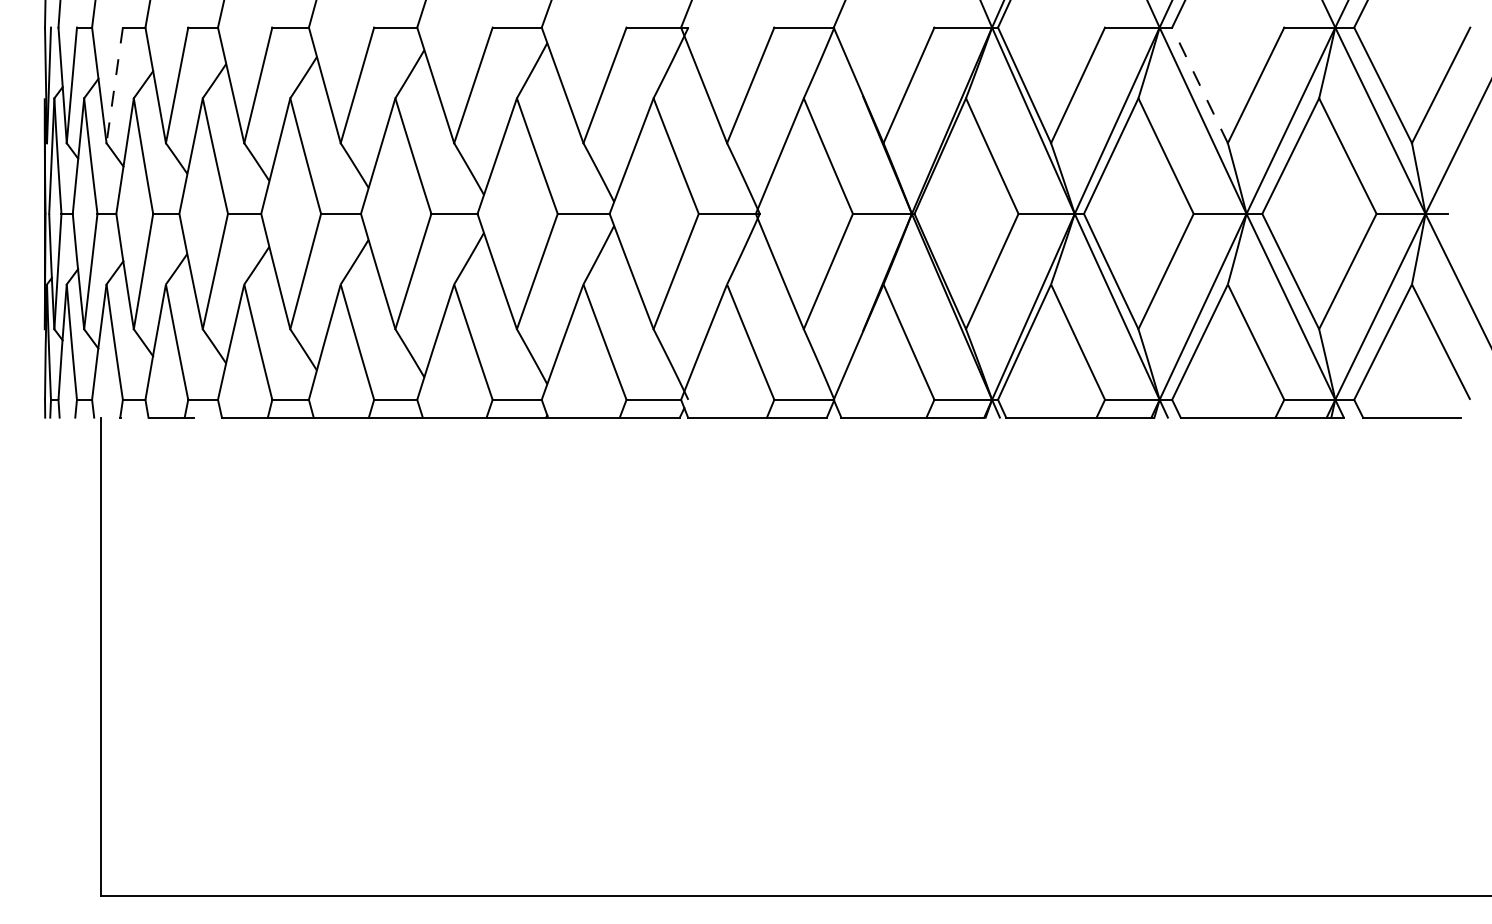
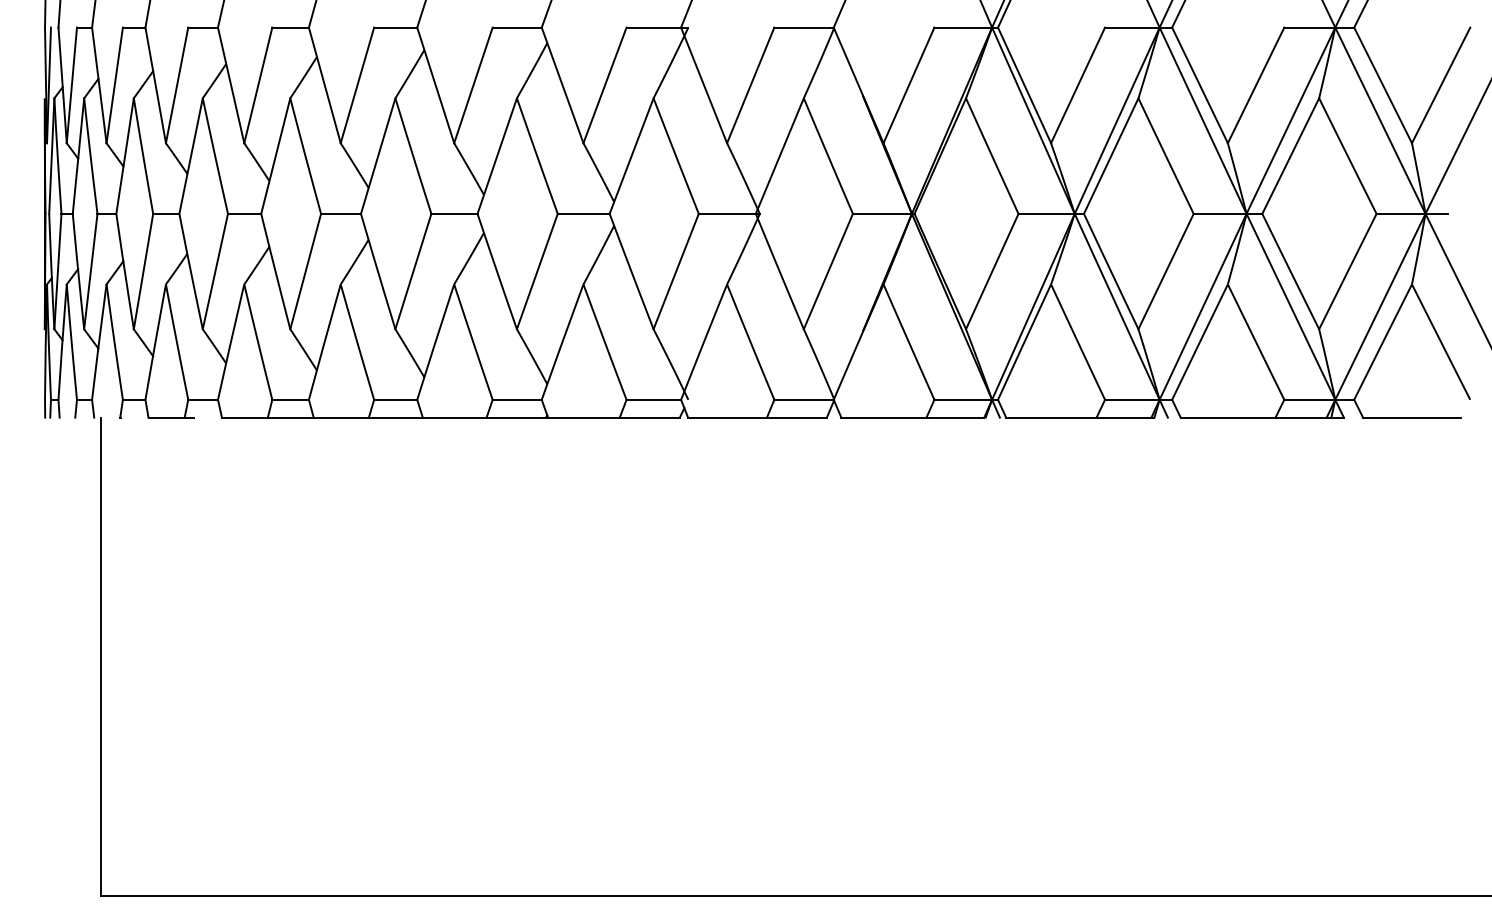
line at (1199, 84): dashed -> solid
line at (114, 85): dashed -> solid
